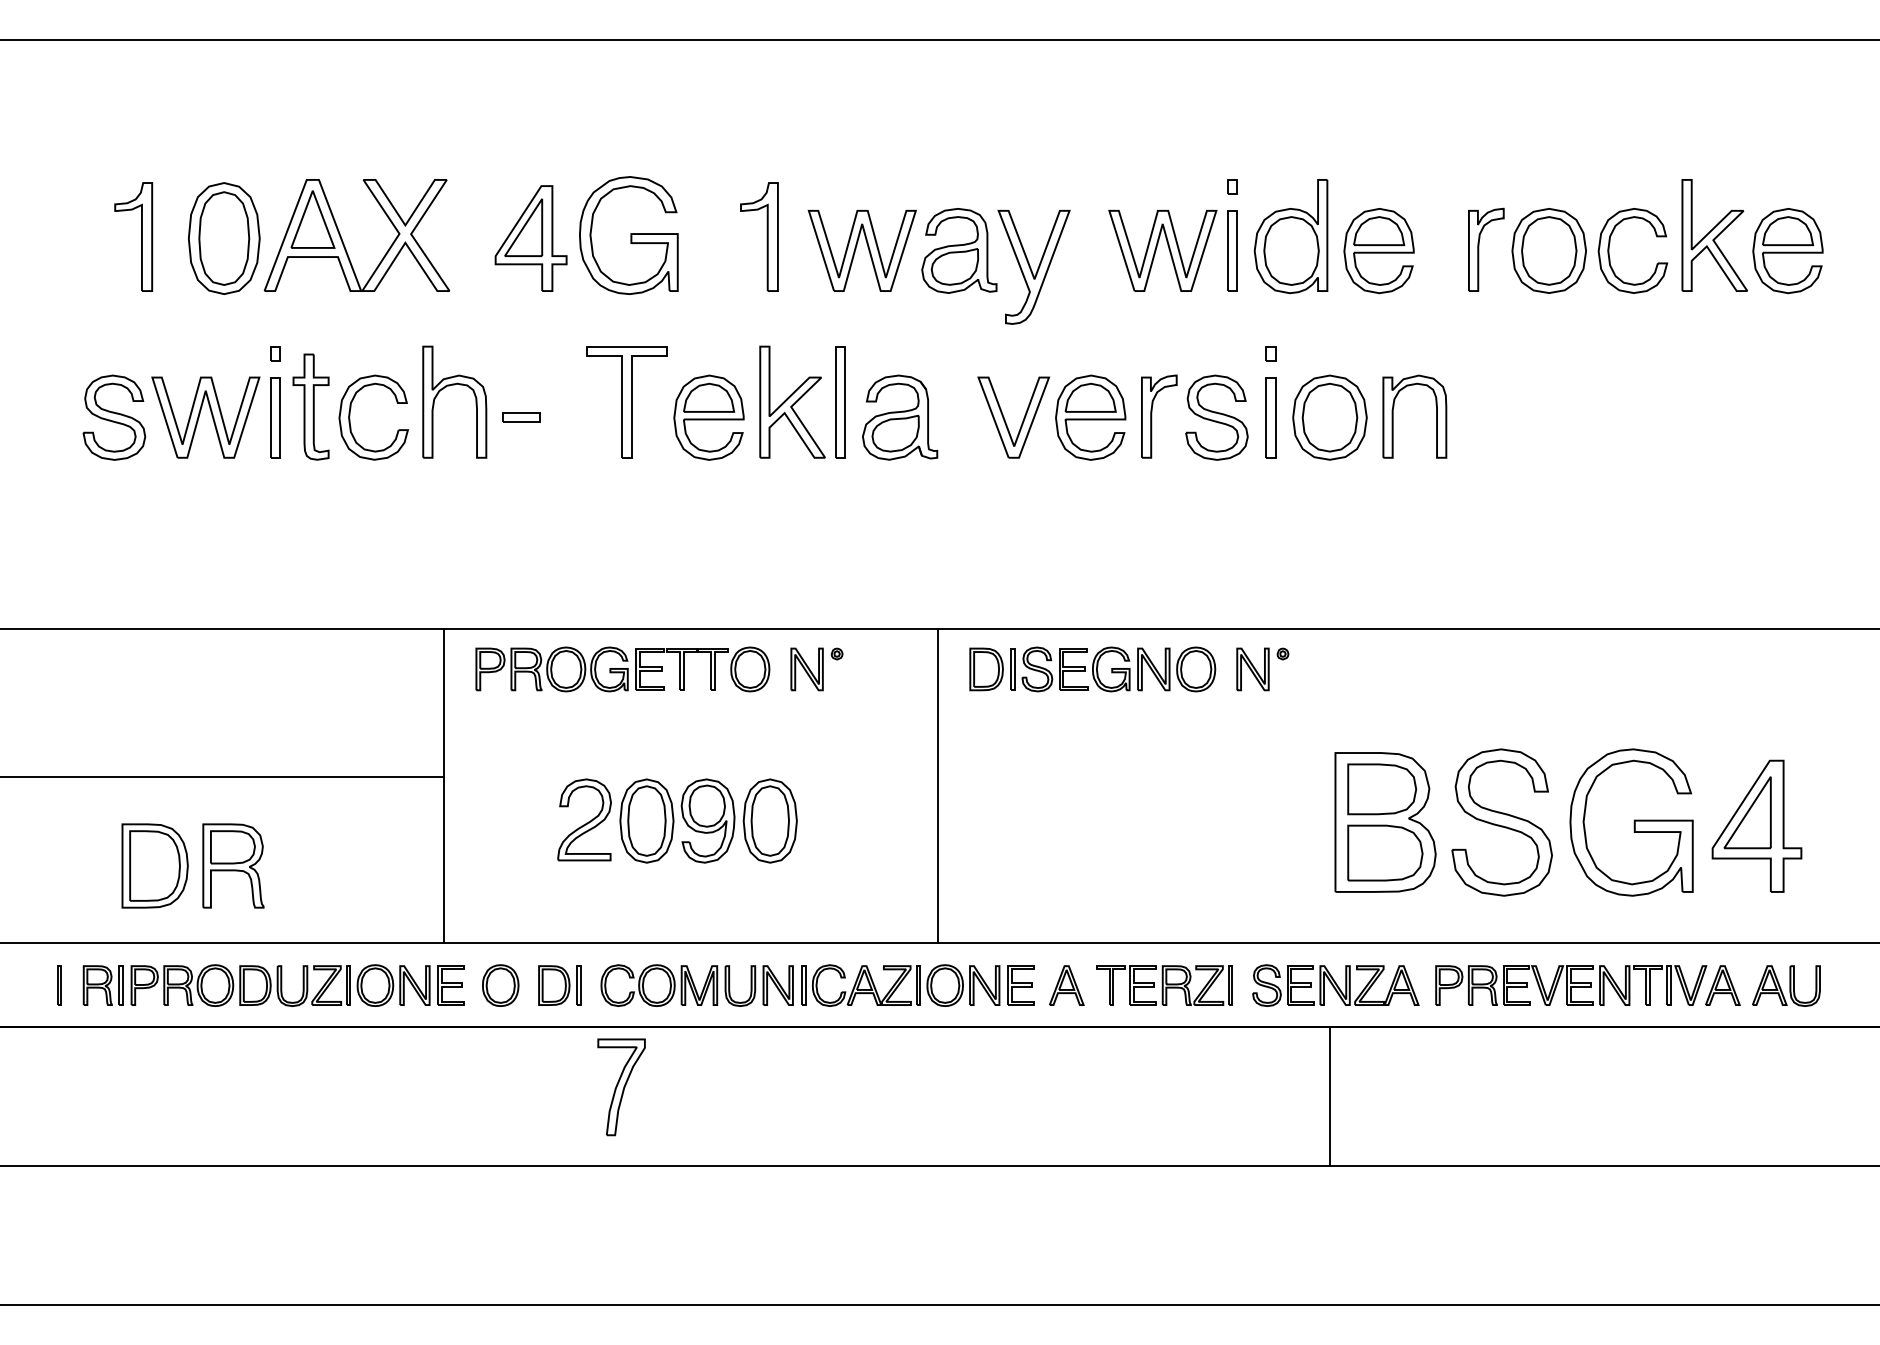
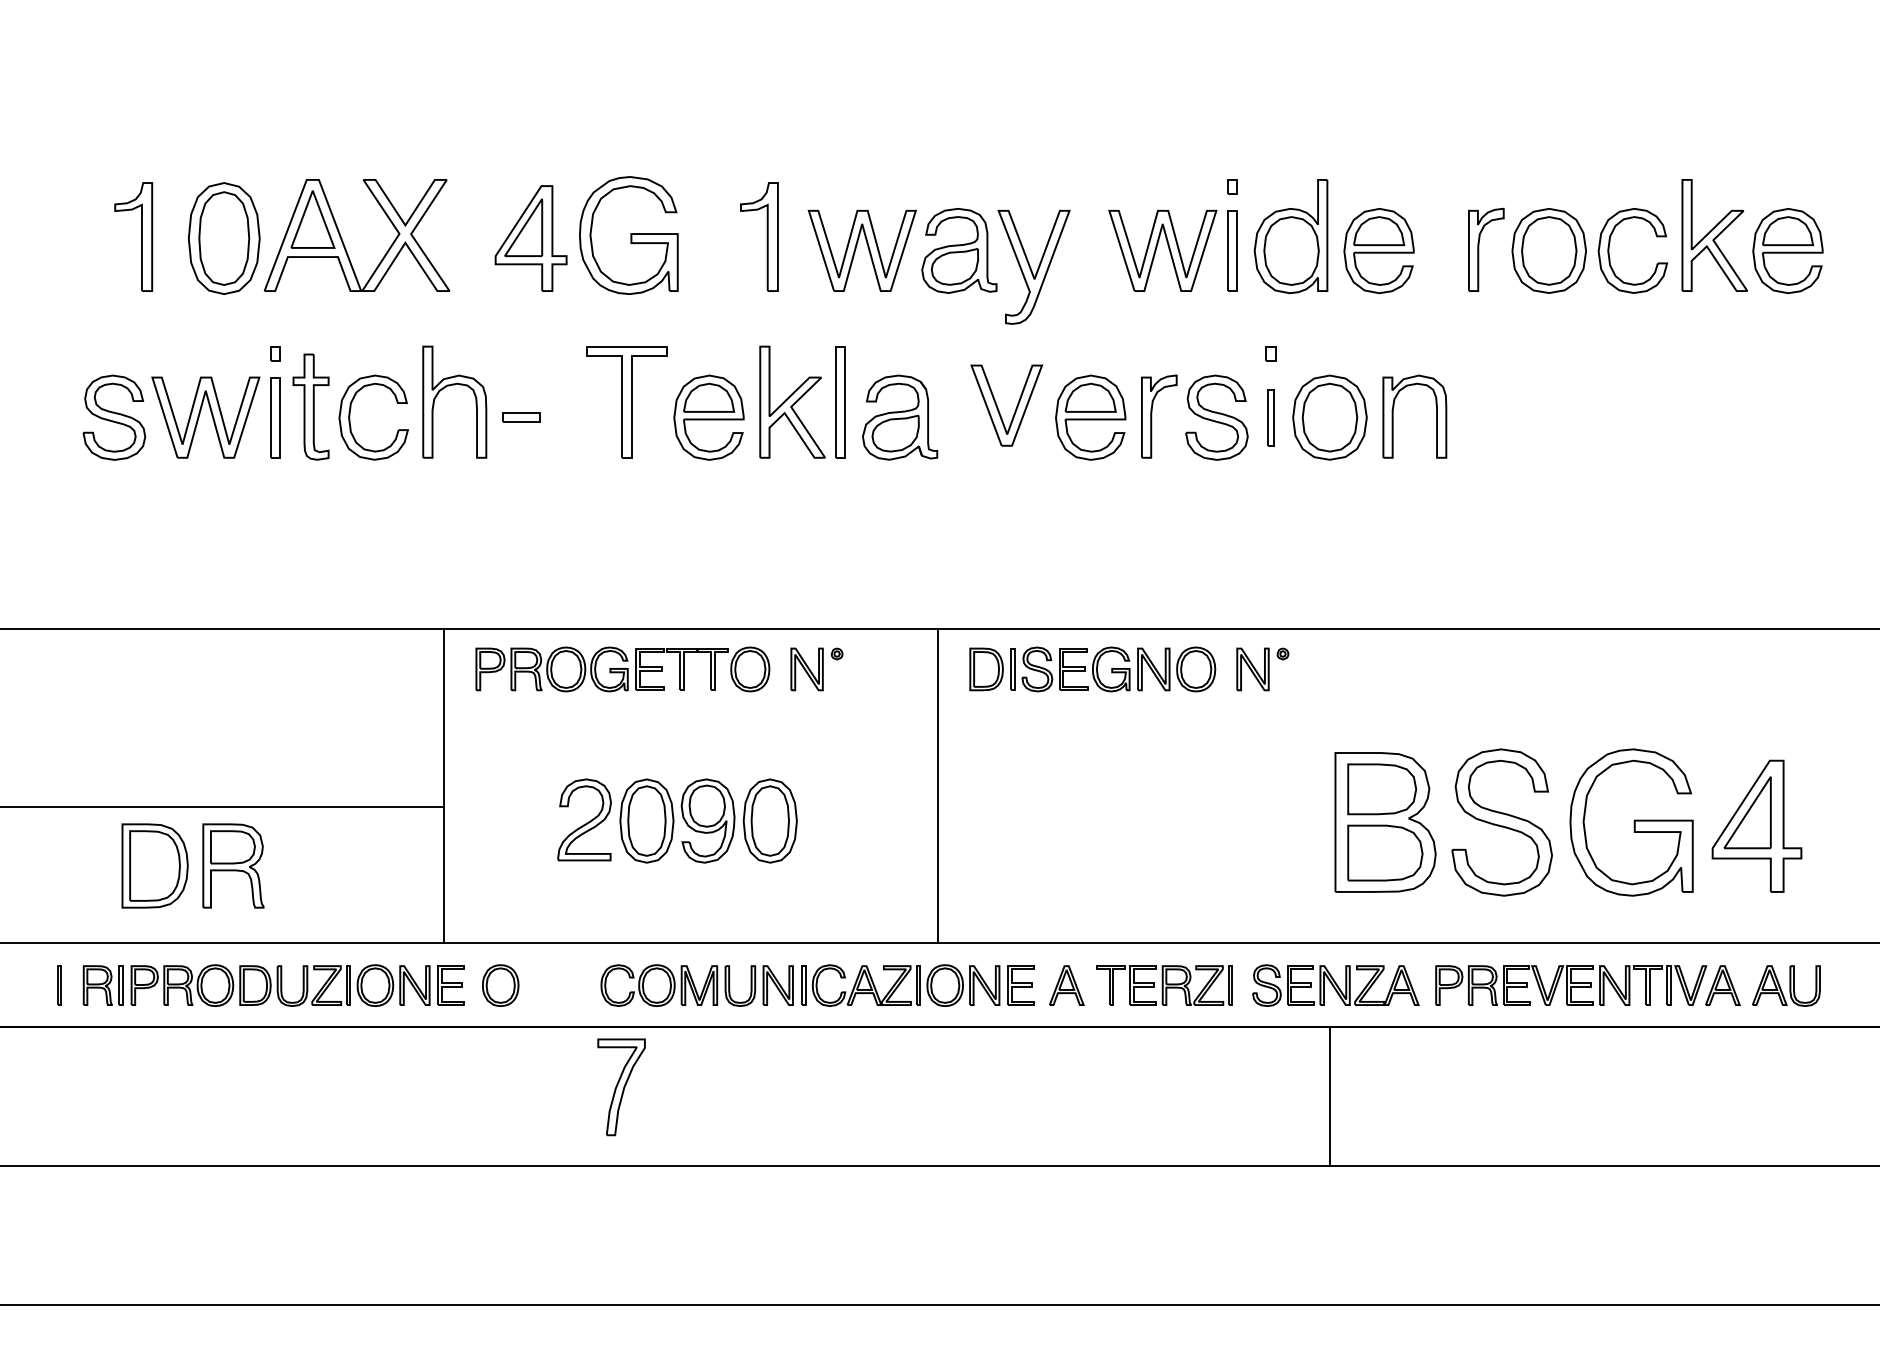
line at (939, 40): present -> none
part at (1270, 417) size: 12x82 px -> 8x58 px
part at (1005, 419) position: (1005, 419) -> (998, 407)
line at (223, 776) position: (223, 776) -> (223, 806)
part at (559, 985): present -> none
